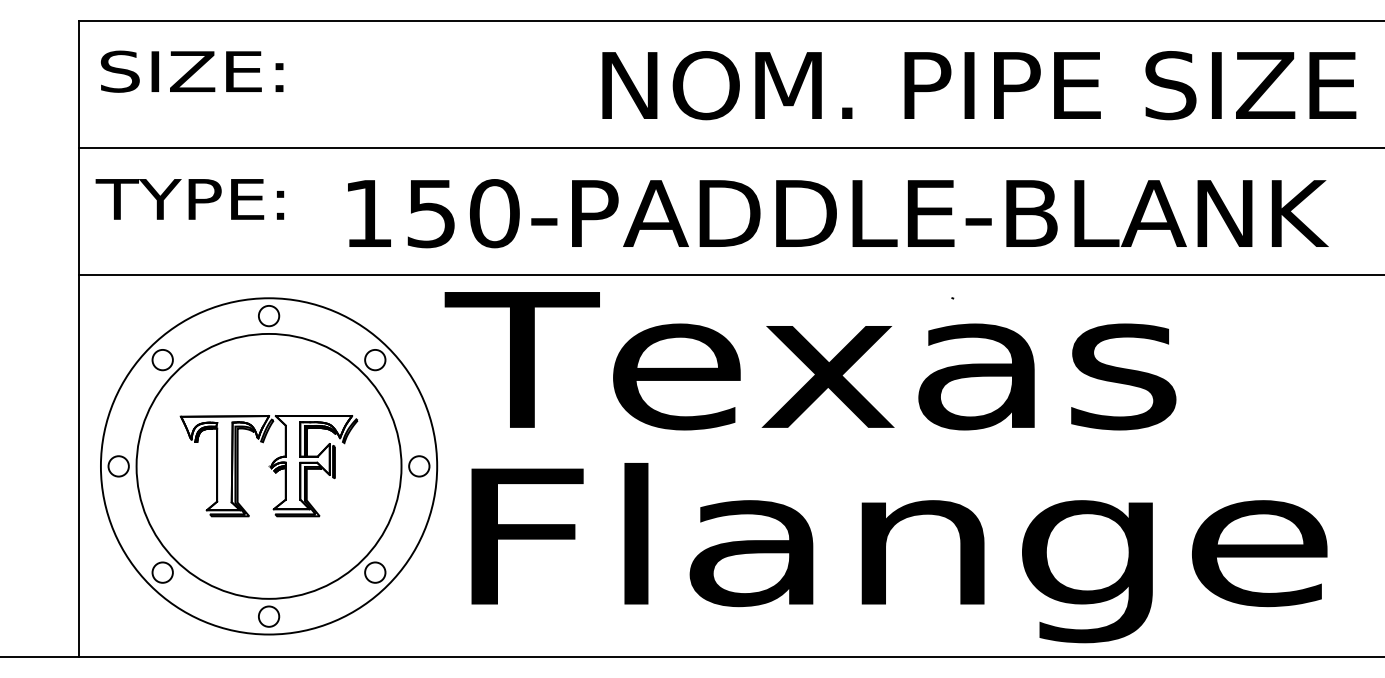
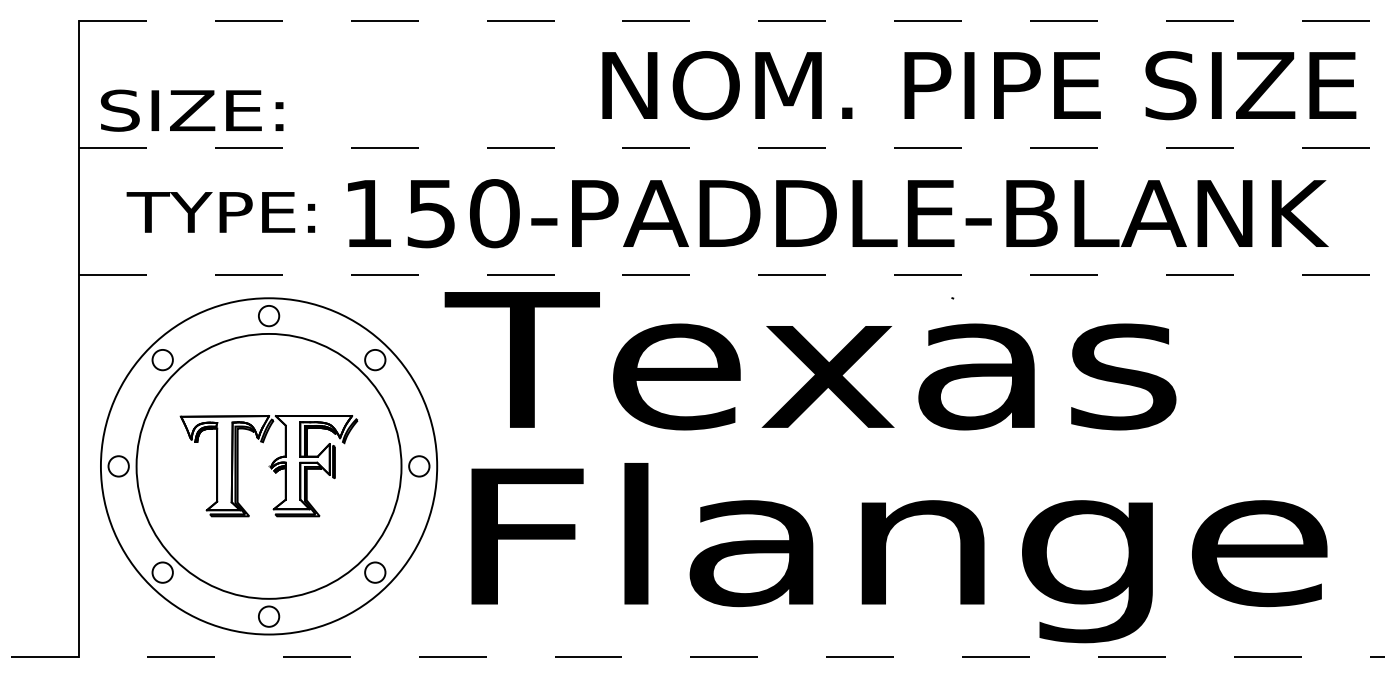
line at (731, 20): solid -> dashed
text at (192, 71) position: (192, 71) -> (192, 110)
line at (731, 147): solid -> dashed
text at (189, 199) position: (189, 199) -> (220, 212)
line at (731, 275): solid -> dashed
line at (692, 657): solid -> dashed
